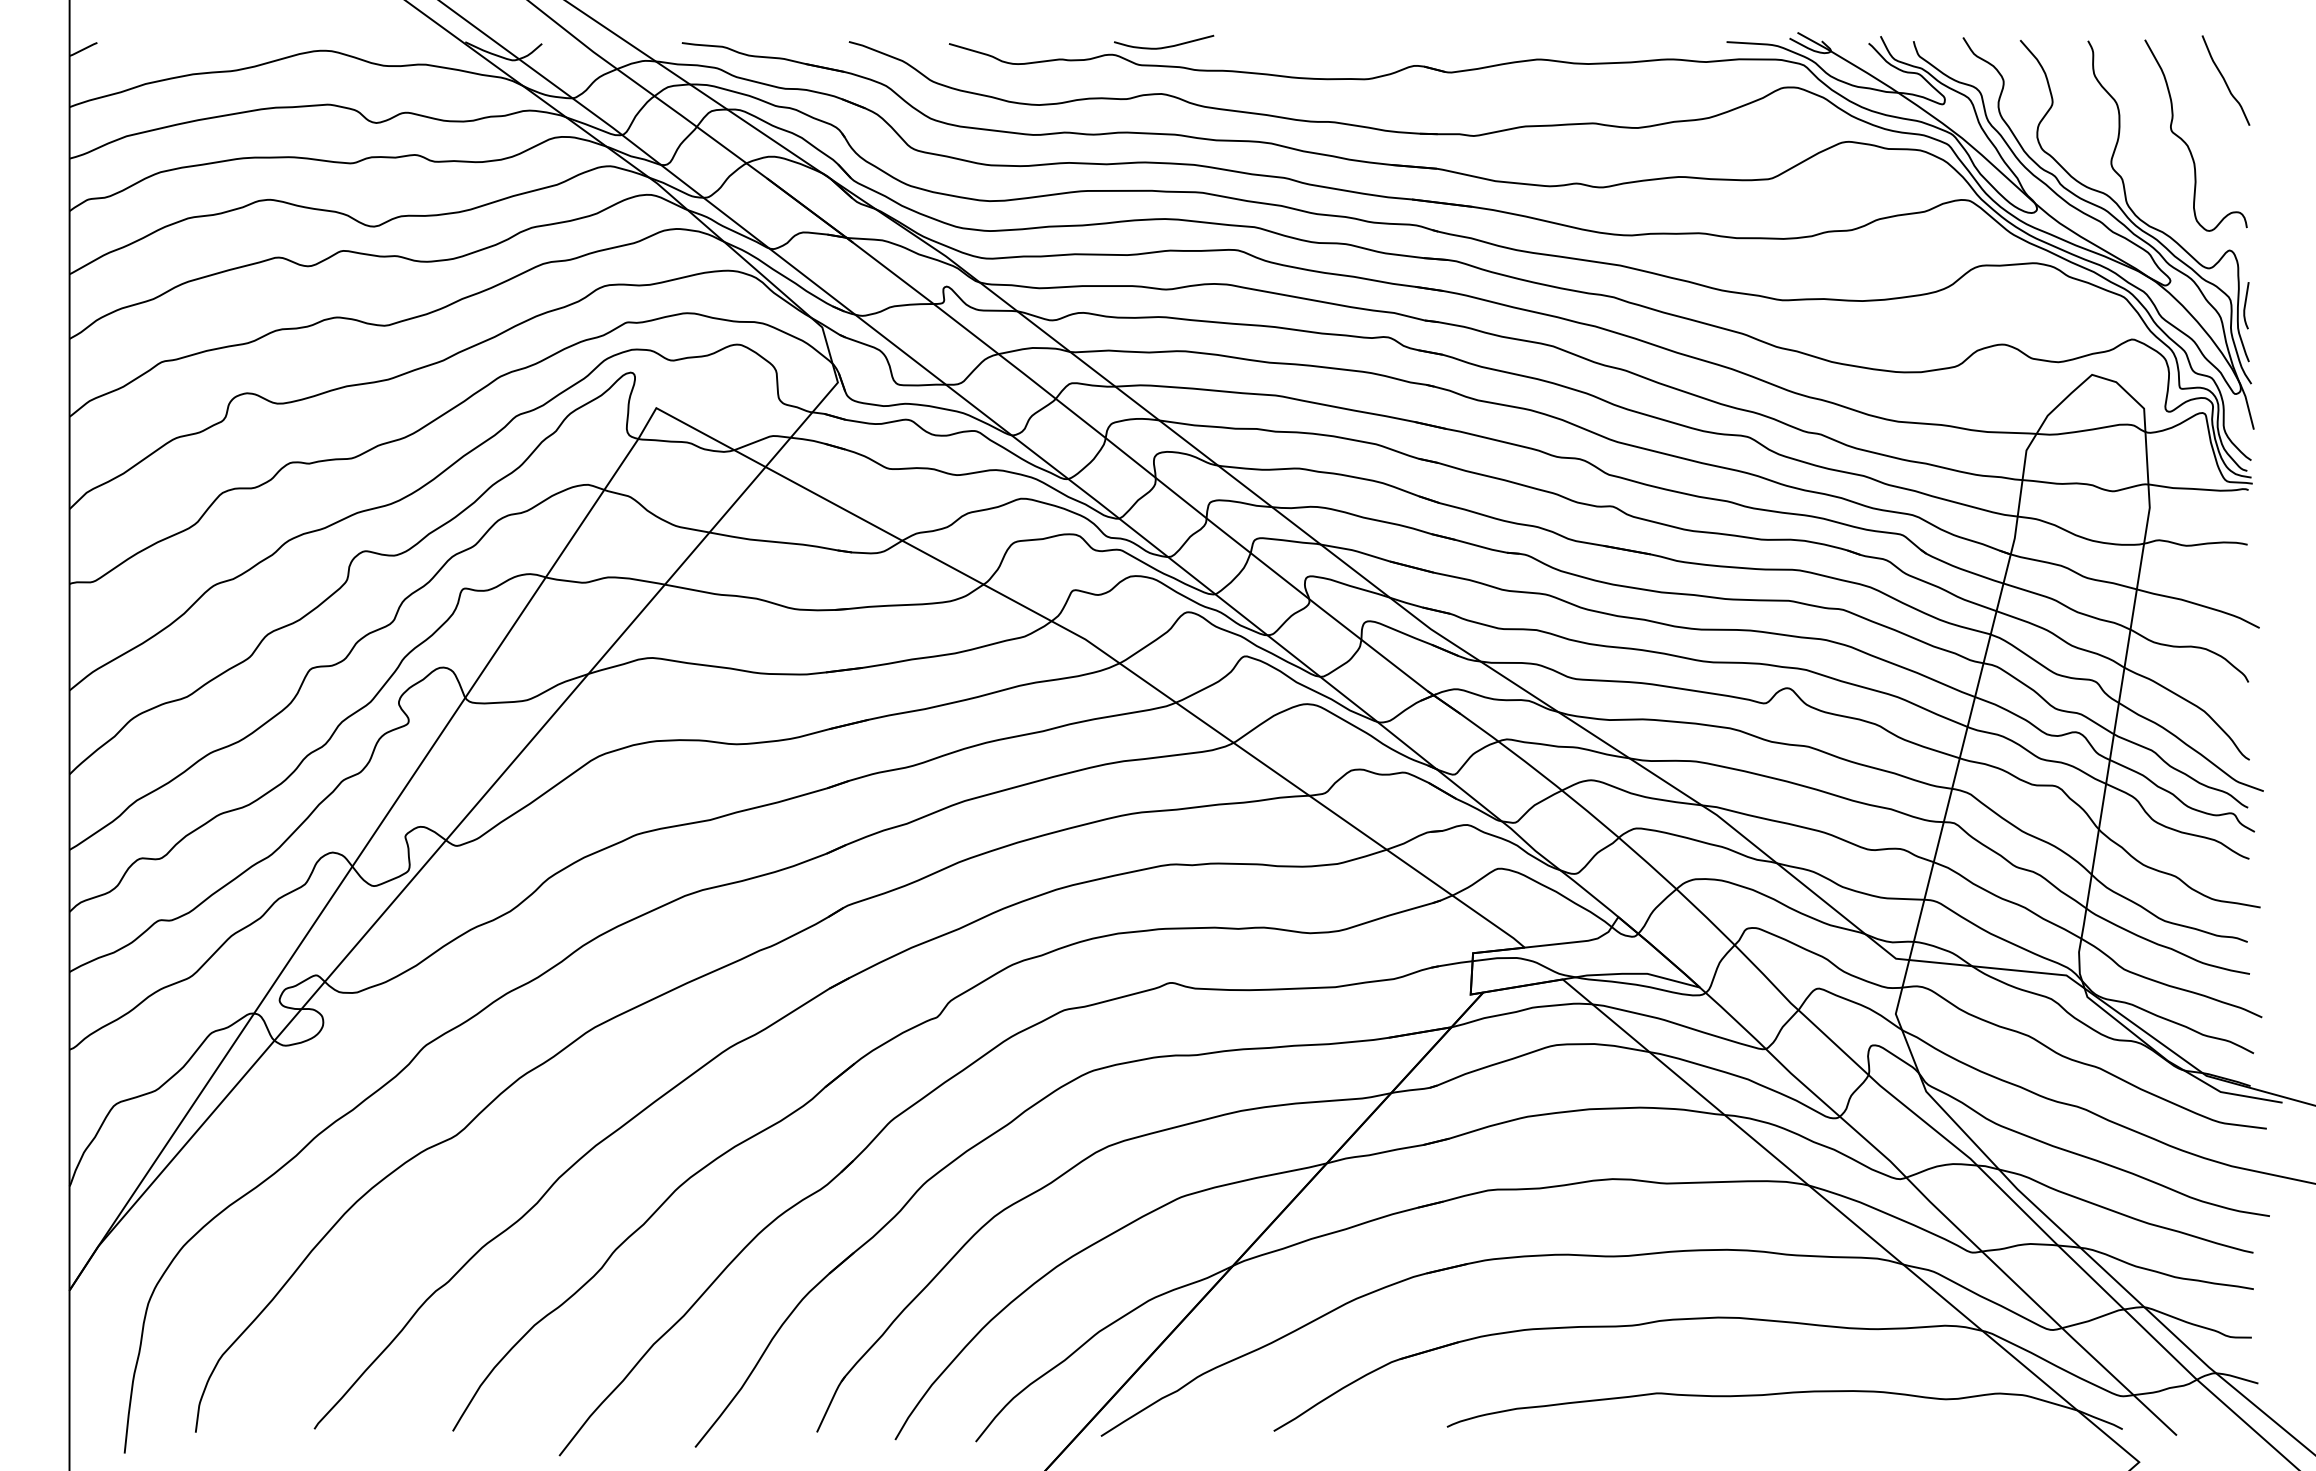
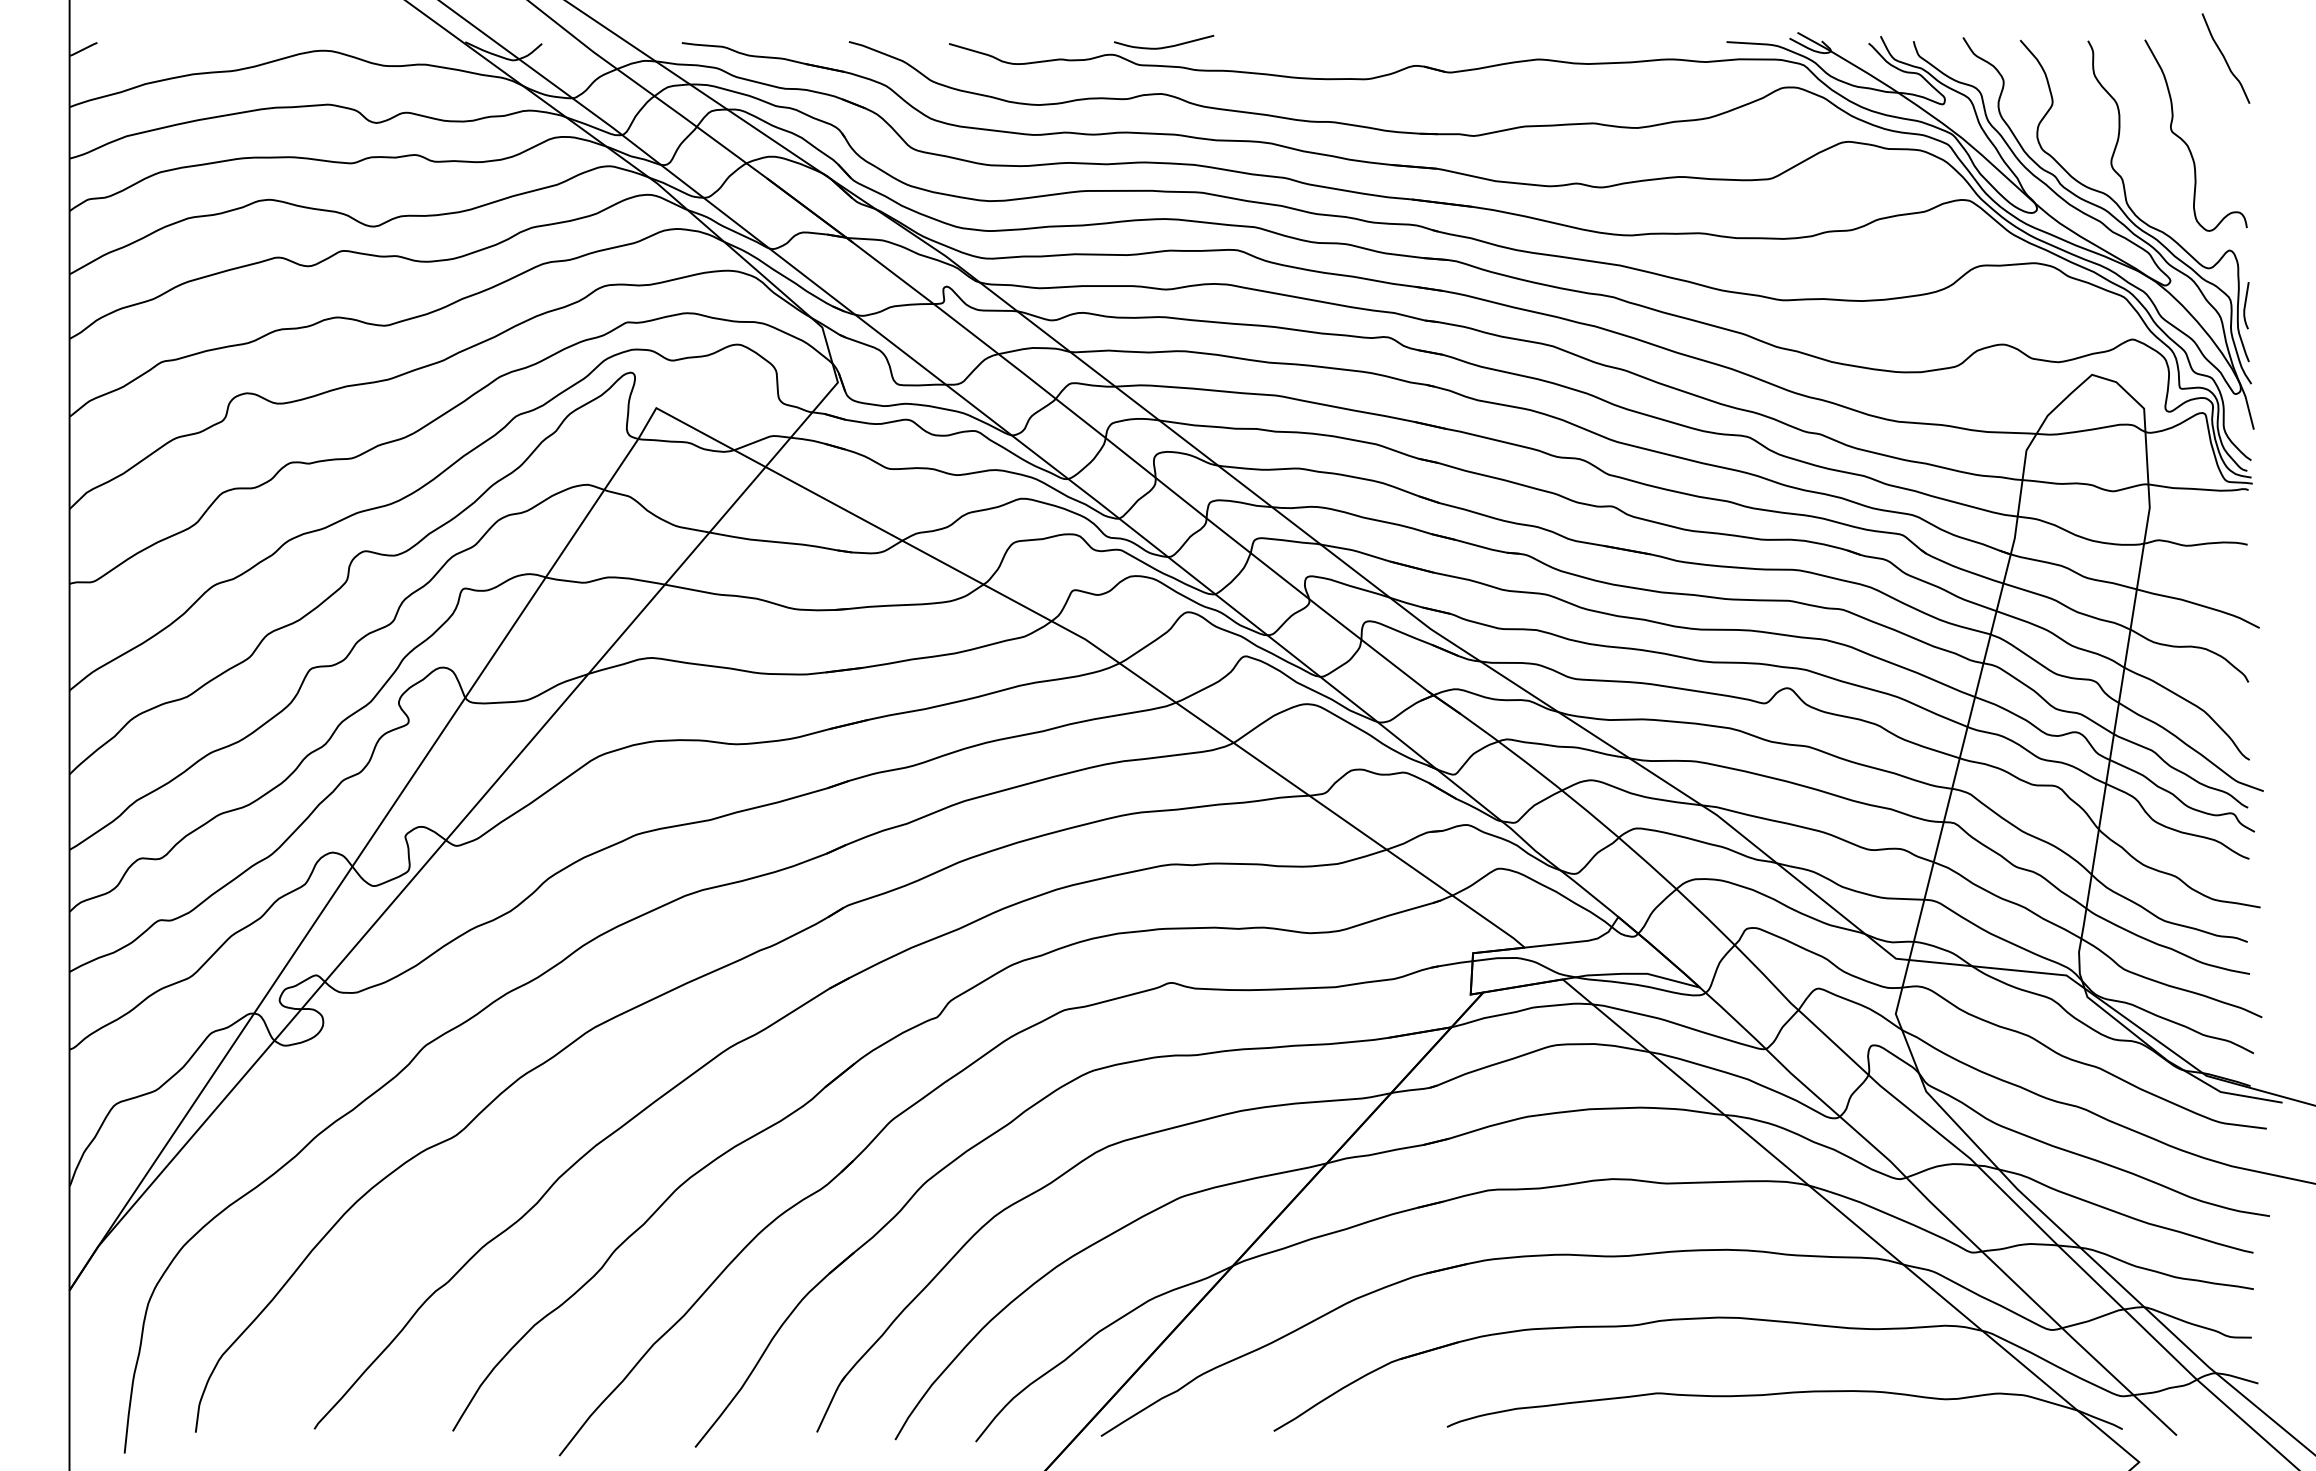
curve at (2225, 80) position: (2225, 80) -> (2225, 58)
